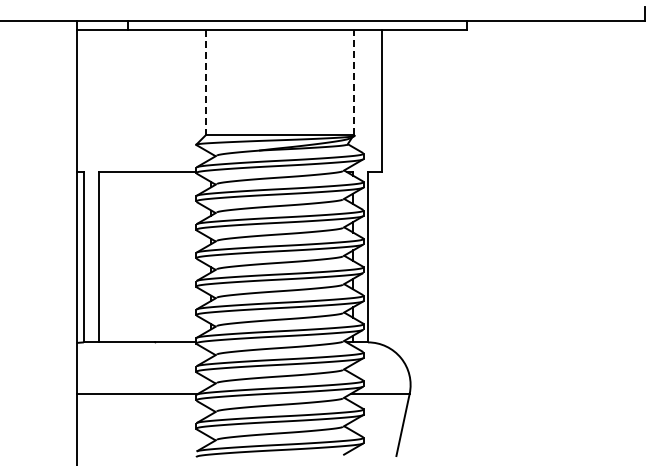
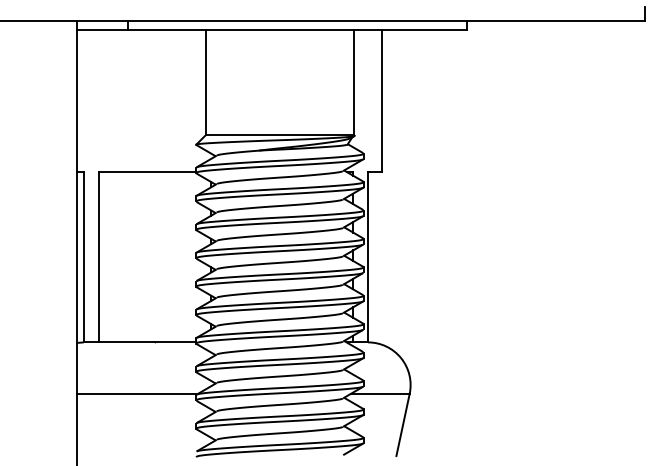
line at (206, 82): dashed -> solid
line at (353, 82): dashed -> solid
